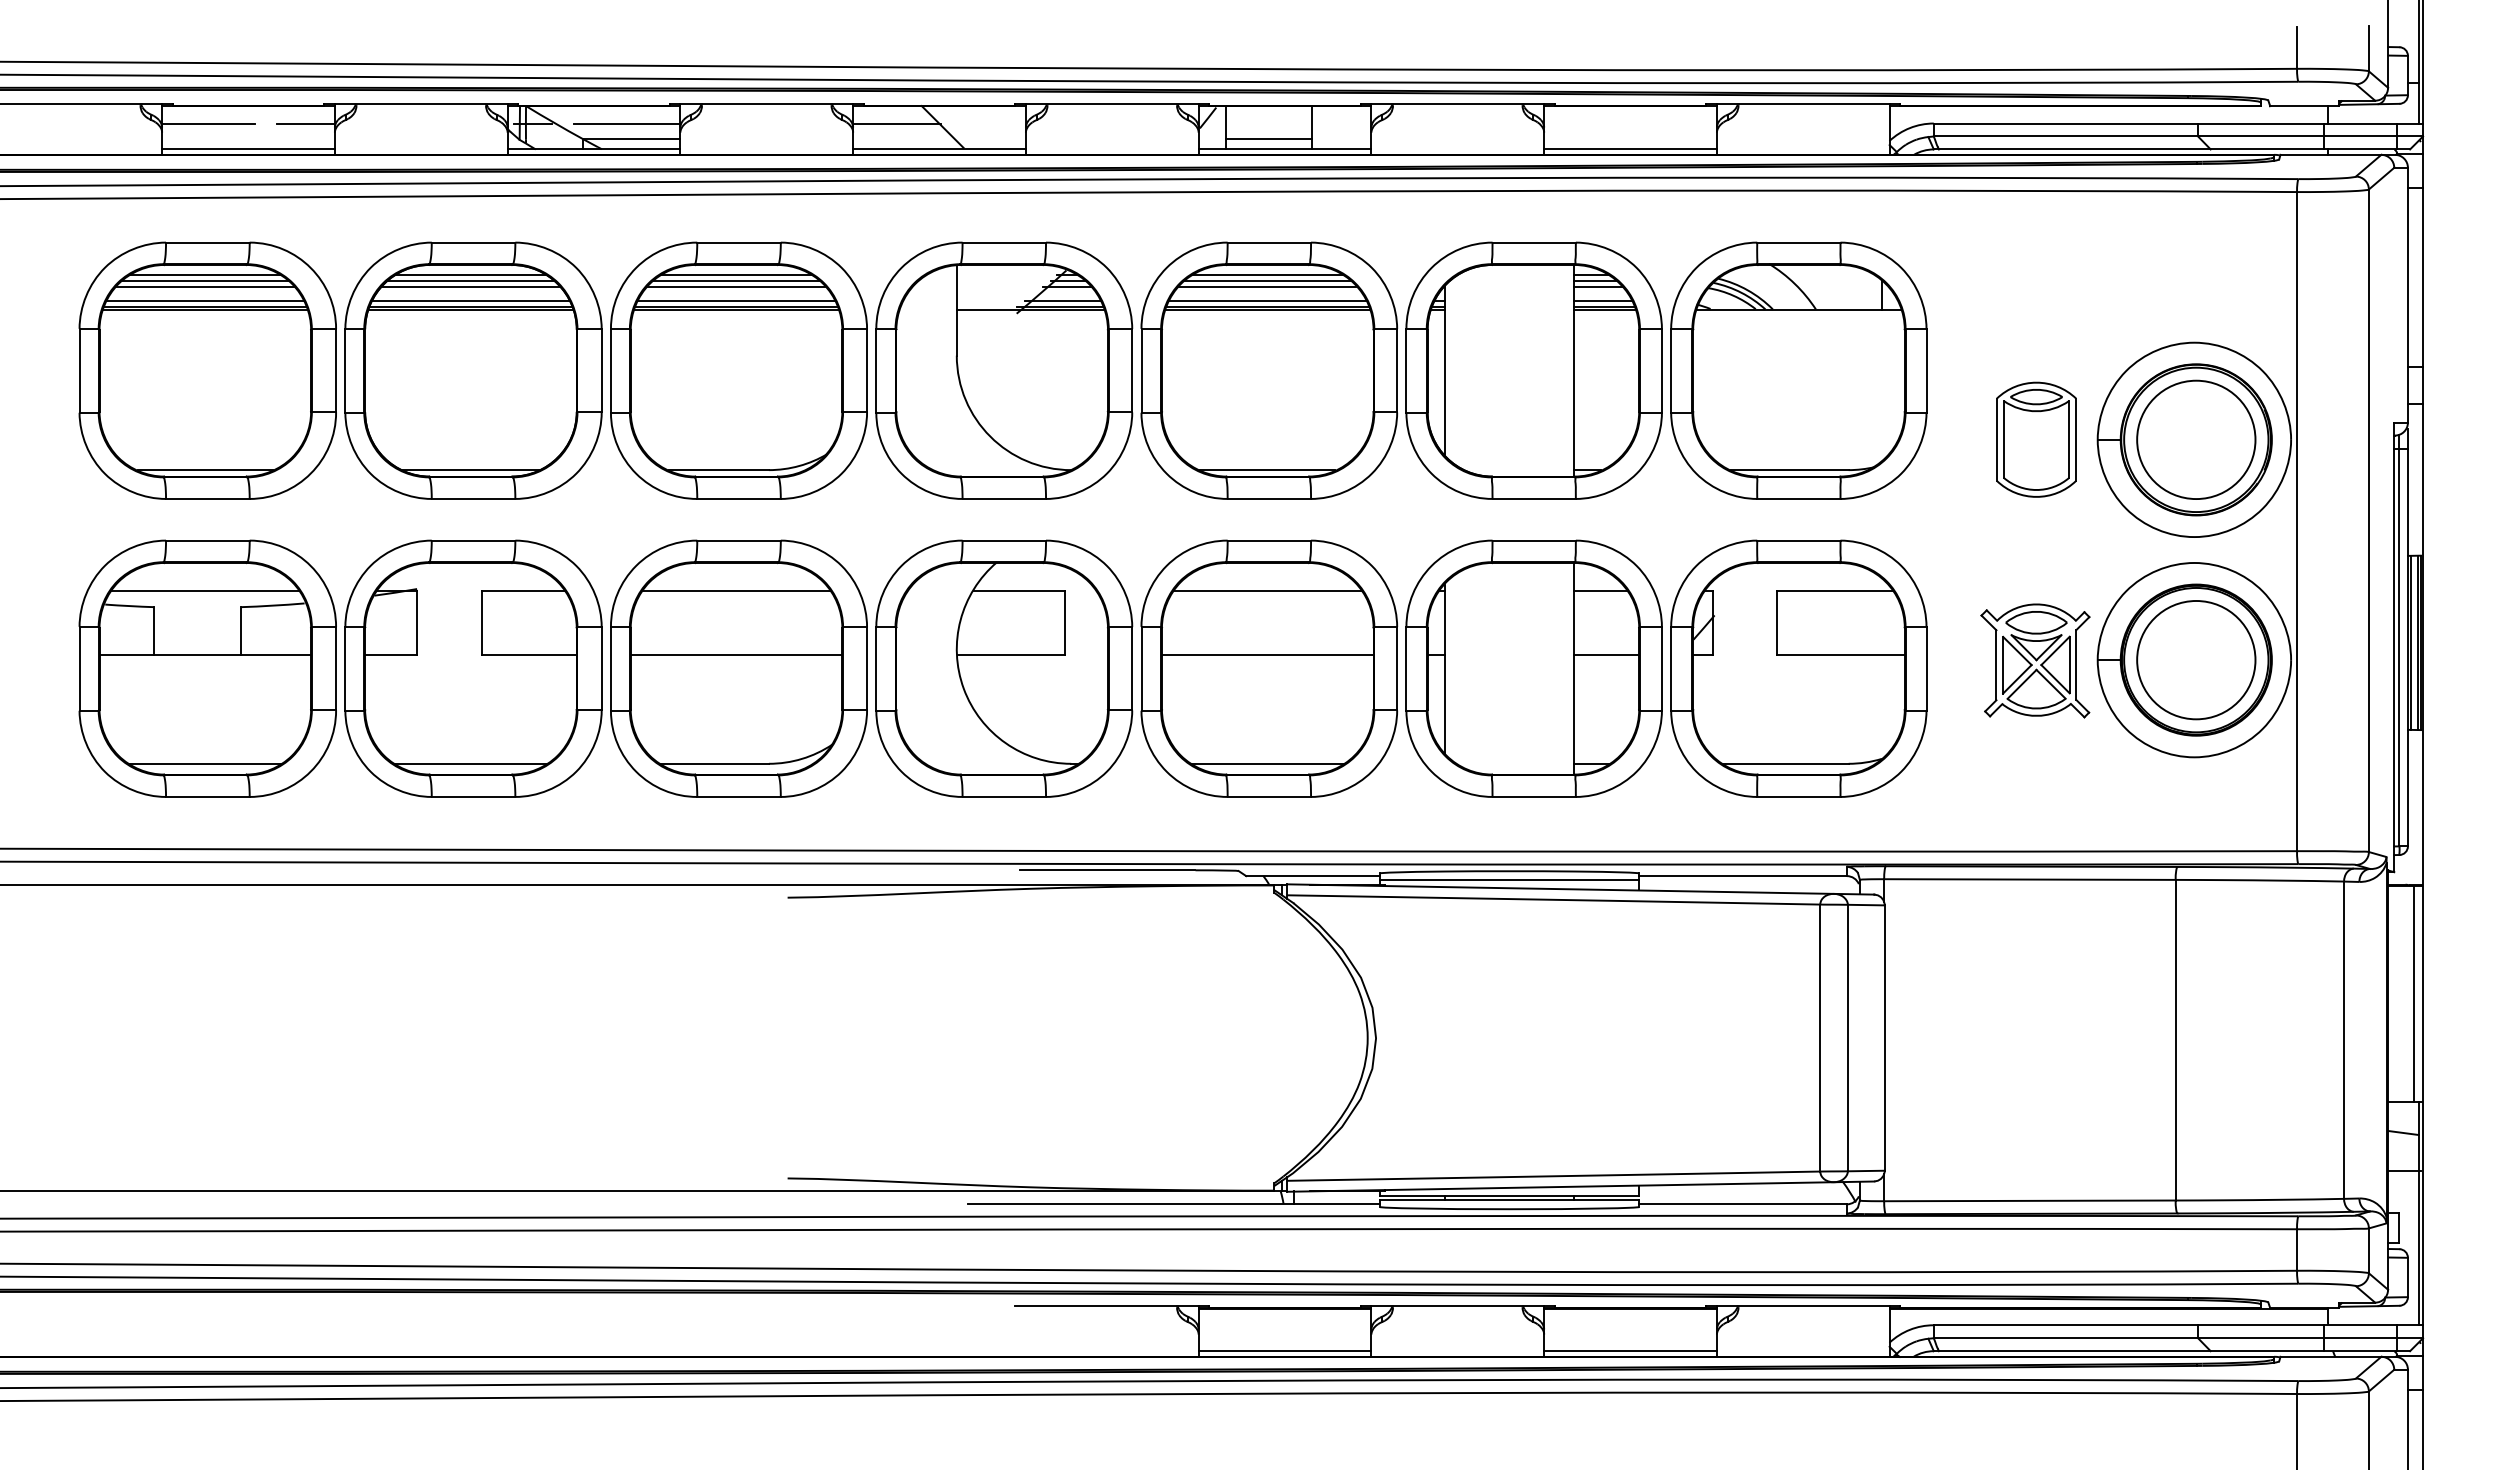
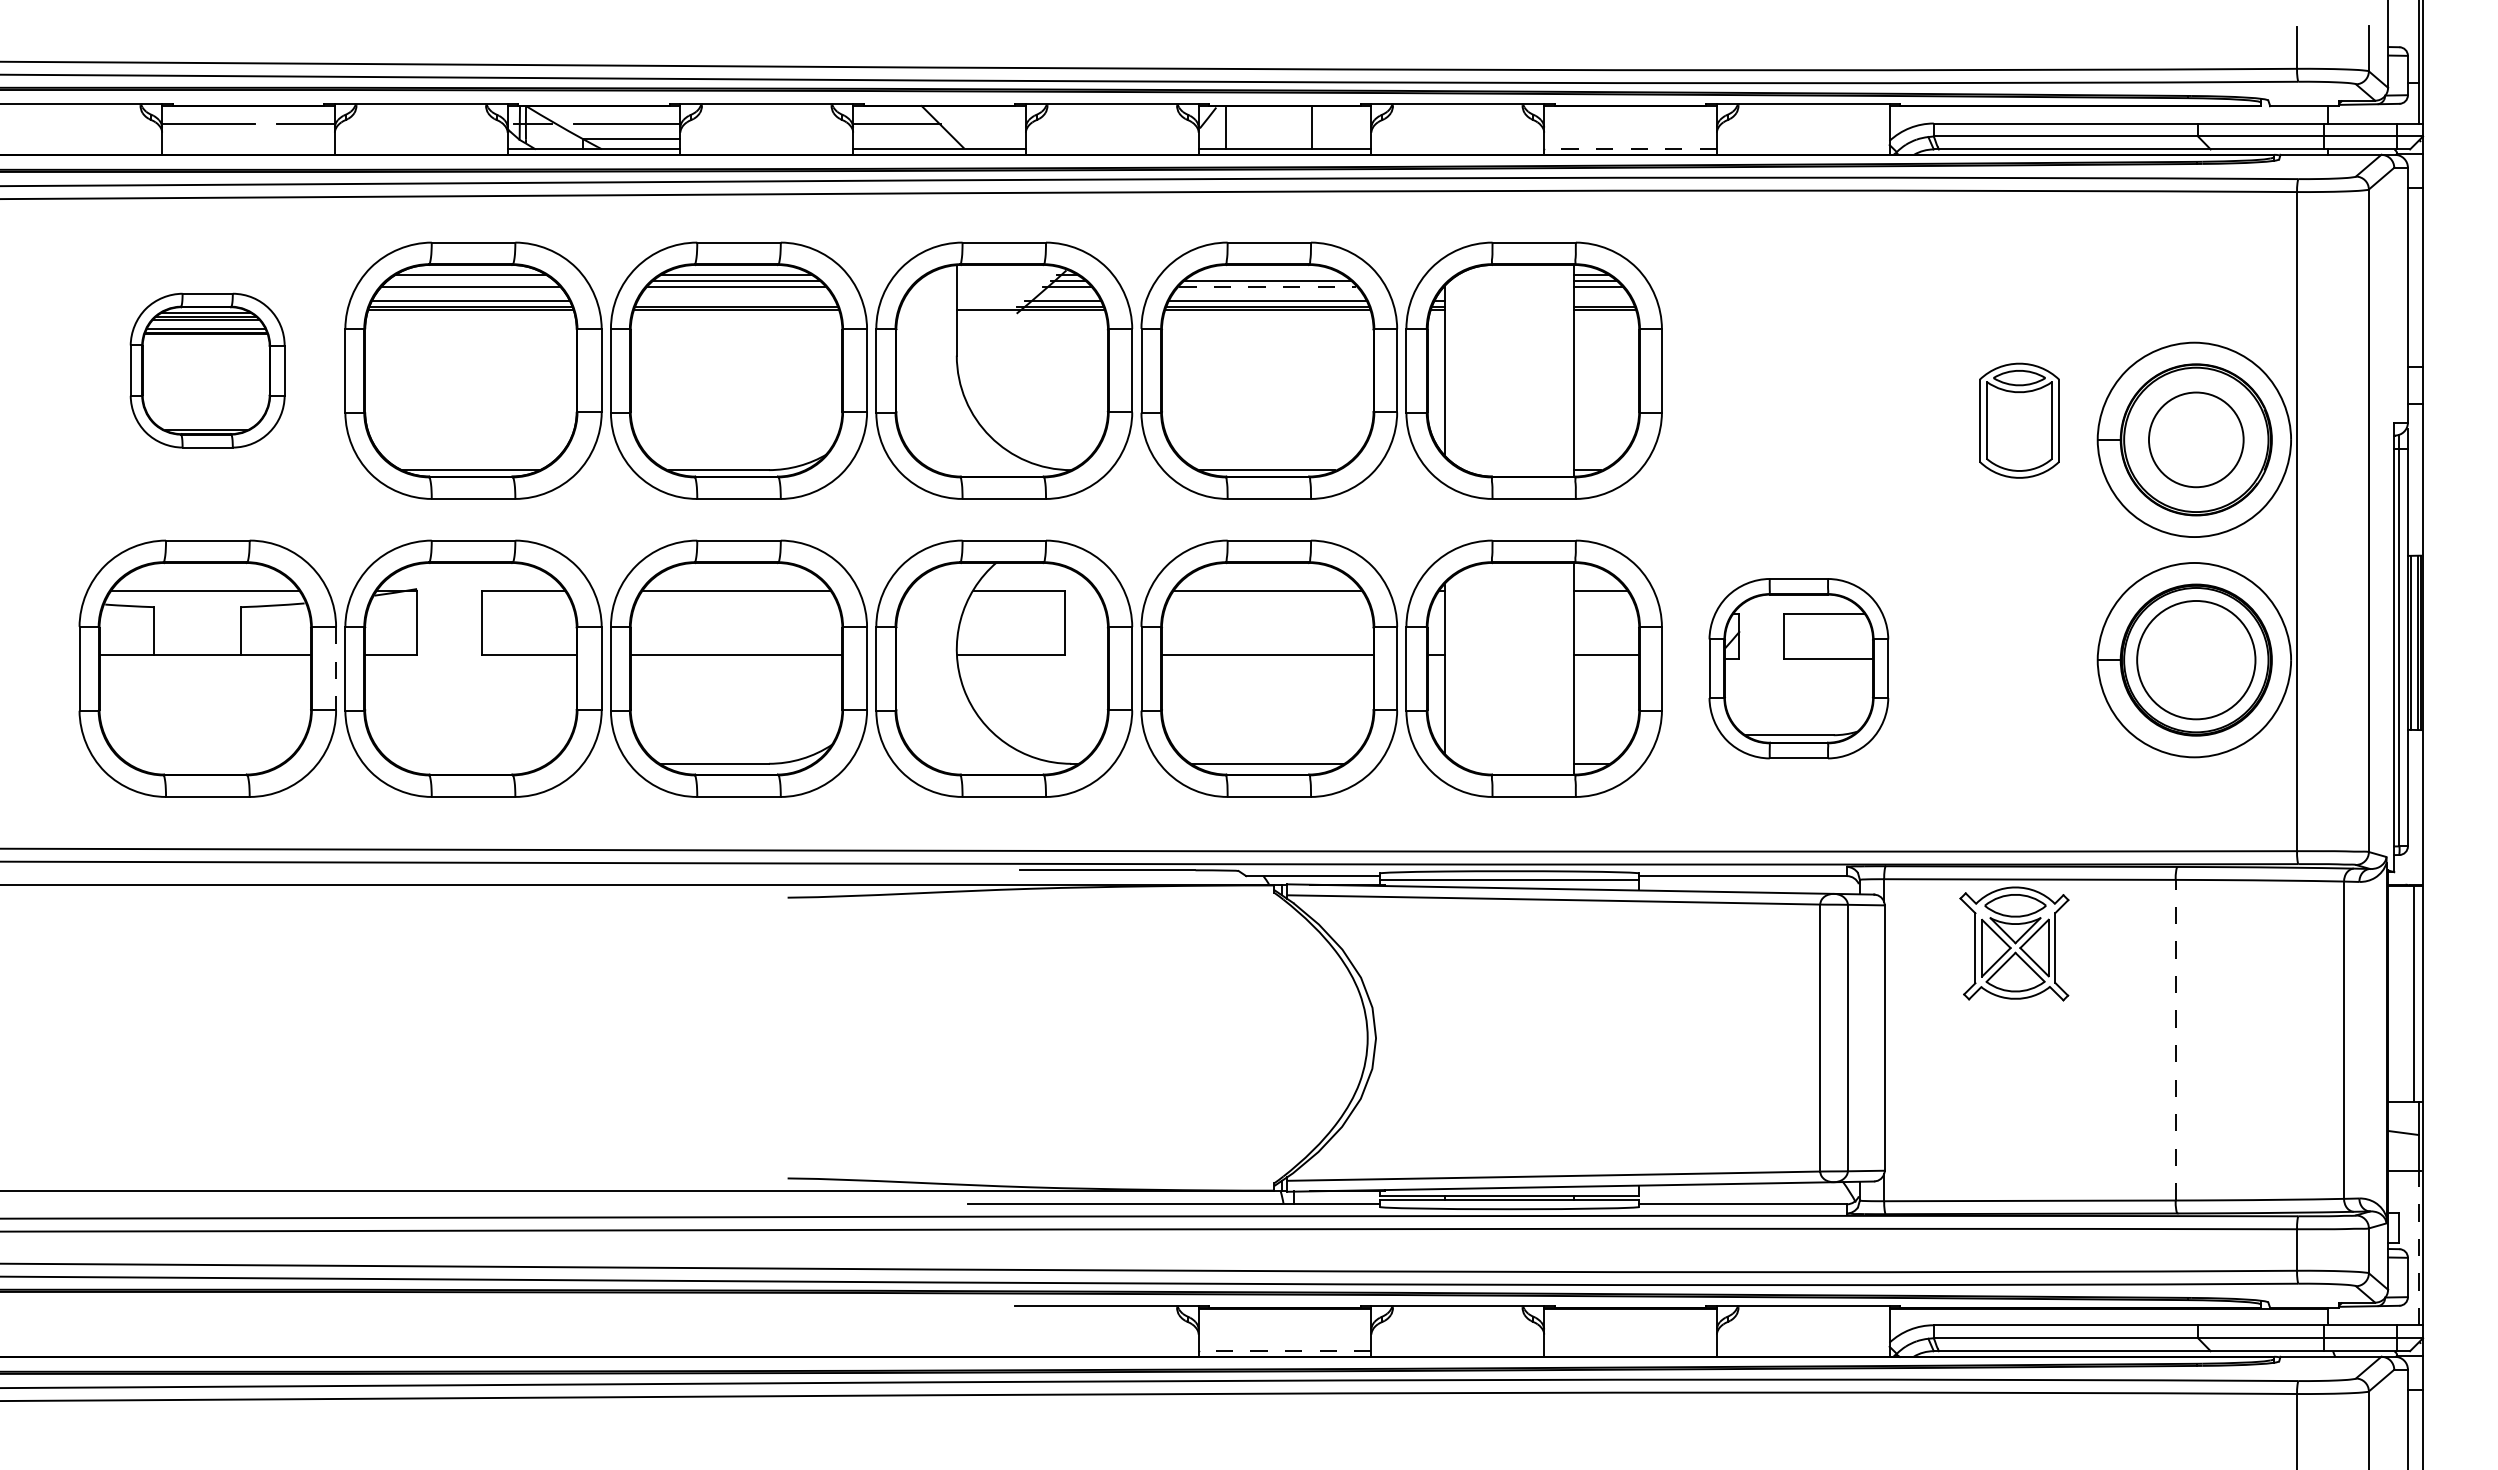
line at (1268, 139): present -> none
line at (248, 149): present -> none
line at (1630, 149): solid -> dashed
line at (1267, 275): present -> none
line at (470, 280): present -> none
line at (1268, 286): solid -> dashed
line at (736, 301): present -> none
line at (1603, 301): present -> none
part at (207, 370) size: 259x259 px -> 157x157 px
part at (1798, 370): present -> none
part at (2036, 439) position: (2036, 439) -> (2019, 420)
circle at (2196, 439) diameter: 118 px -> 95 px
part at (2035, 660) position: (2035, 660) -> (2014, 943)
line at (336, 668): solid -> dashed
part at (1798, 668) size: 258x259 px -> 182x182 px
line at (205, 763): present -> none
line at (470, 763): present -> none
line at (2175, 1039): solid -> dashed
line at (2418, 1247): solid -> dashed
line at (1284, 1351): solid -> dashed
line at (1630, 1351): present -> none
